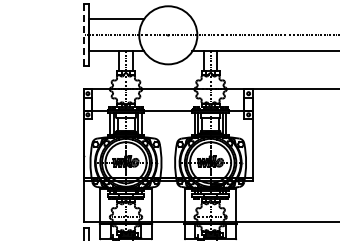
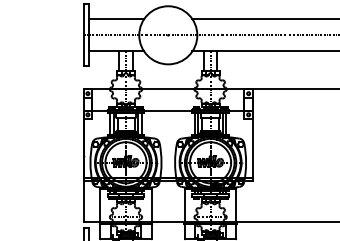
line at (264, 19): none -> present
line at (83, 35): dashed -> solid
